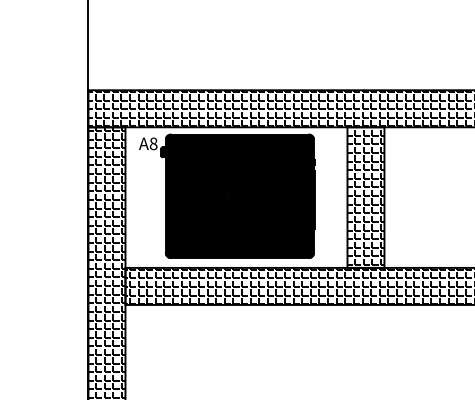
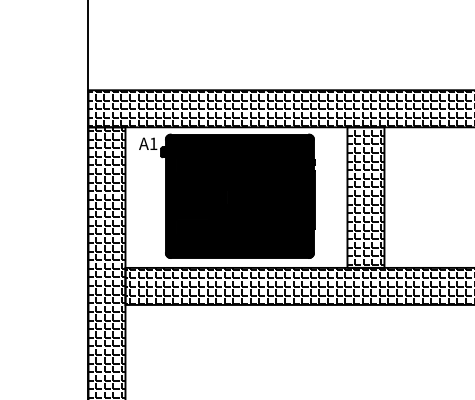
text at (153, 143): 8 -> 1
